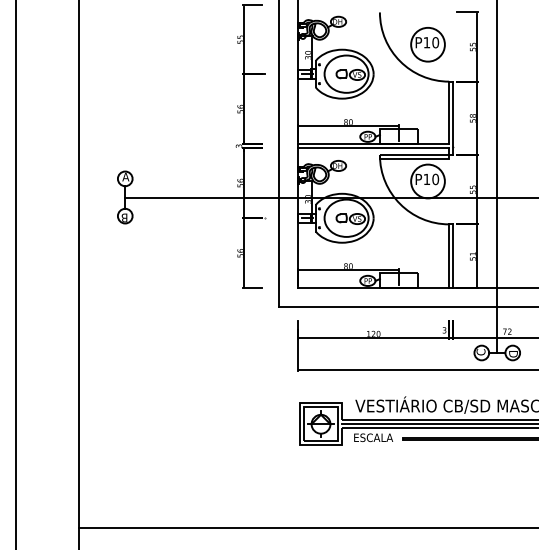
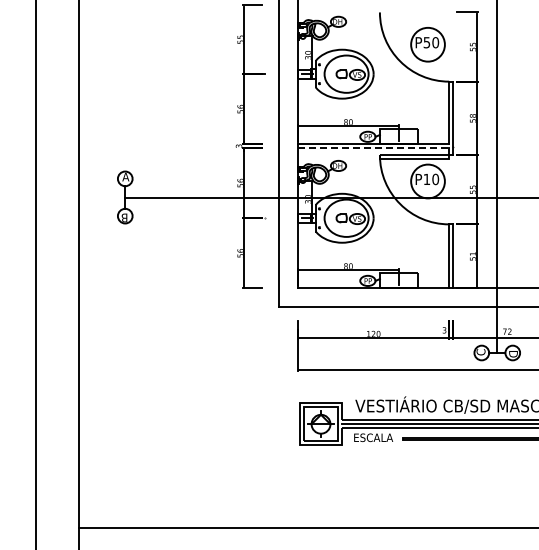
text at (426, 42): P10 -> P50
line at (373, 148): solid -> dashed
line at (16, 274) position: (16, 274) -> (36, 274)
